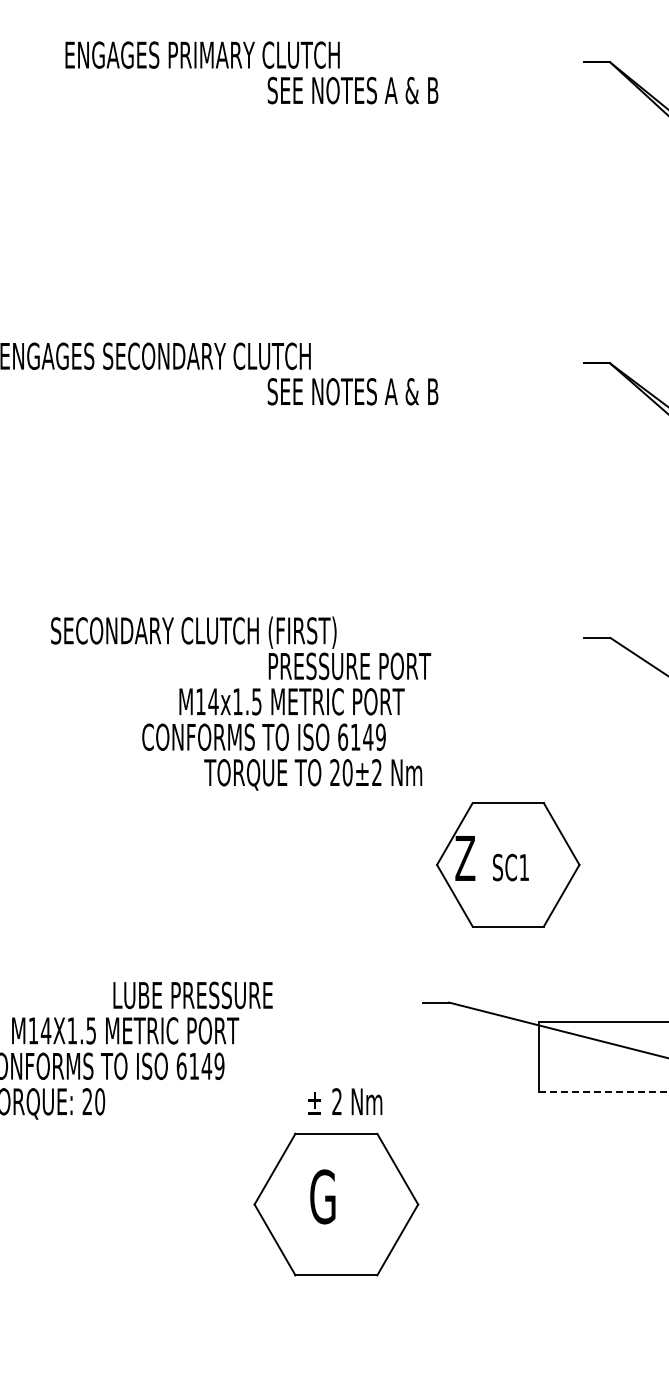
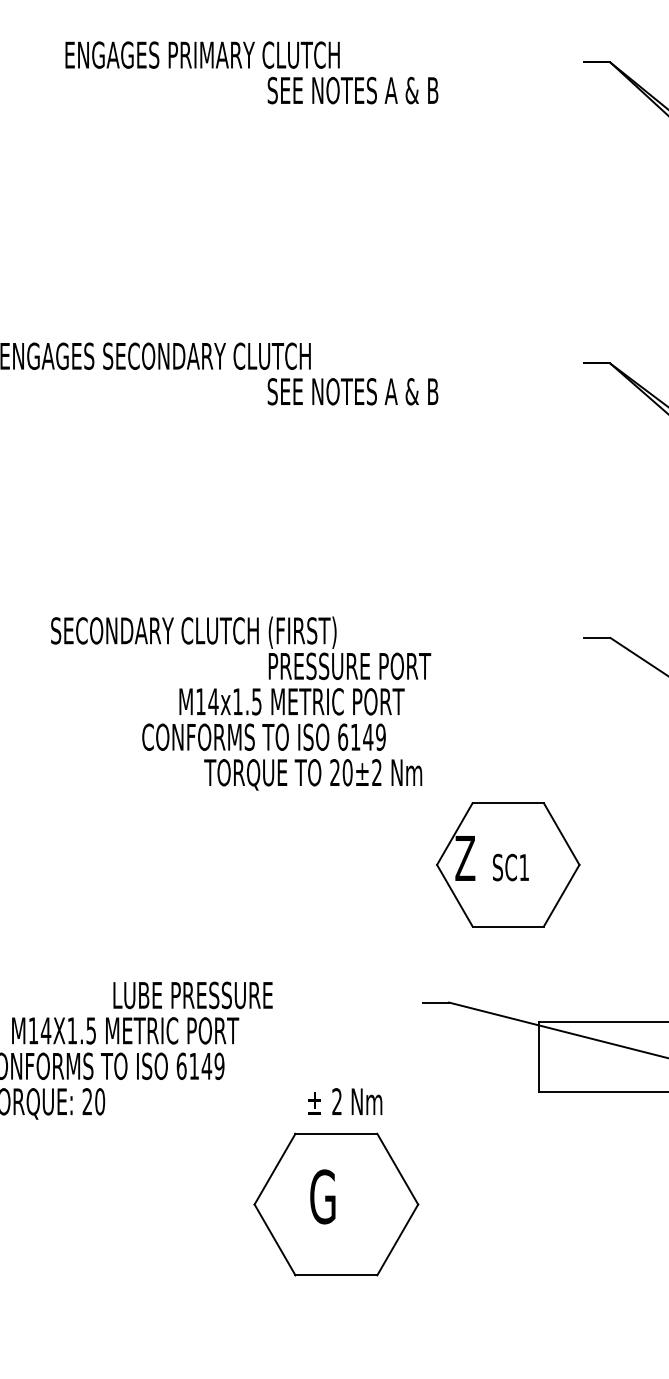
line at (603, 1092): dashed -> solid
